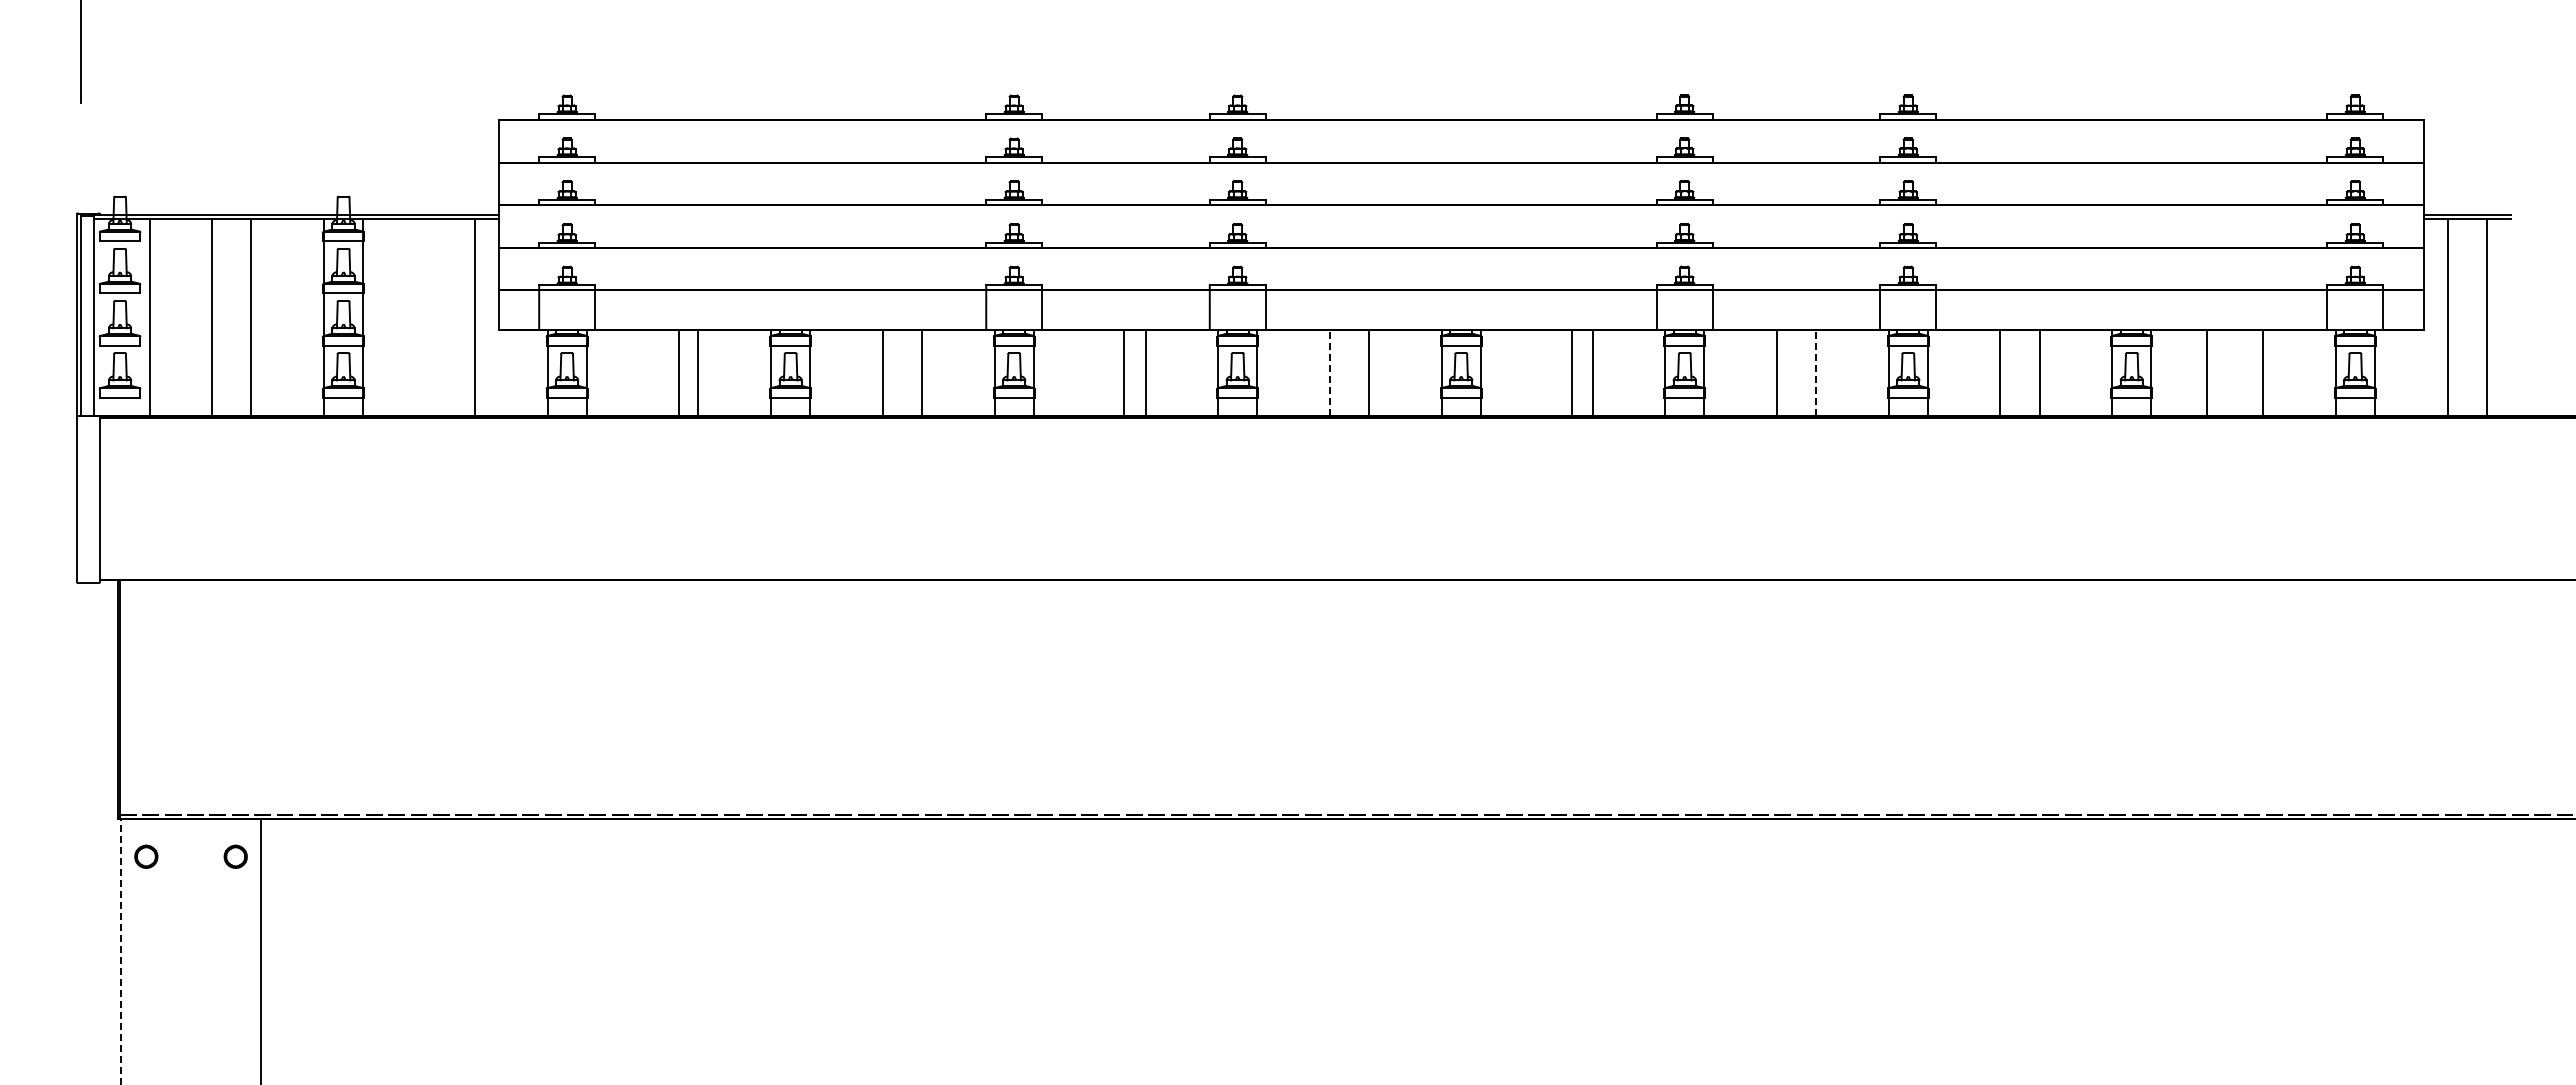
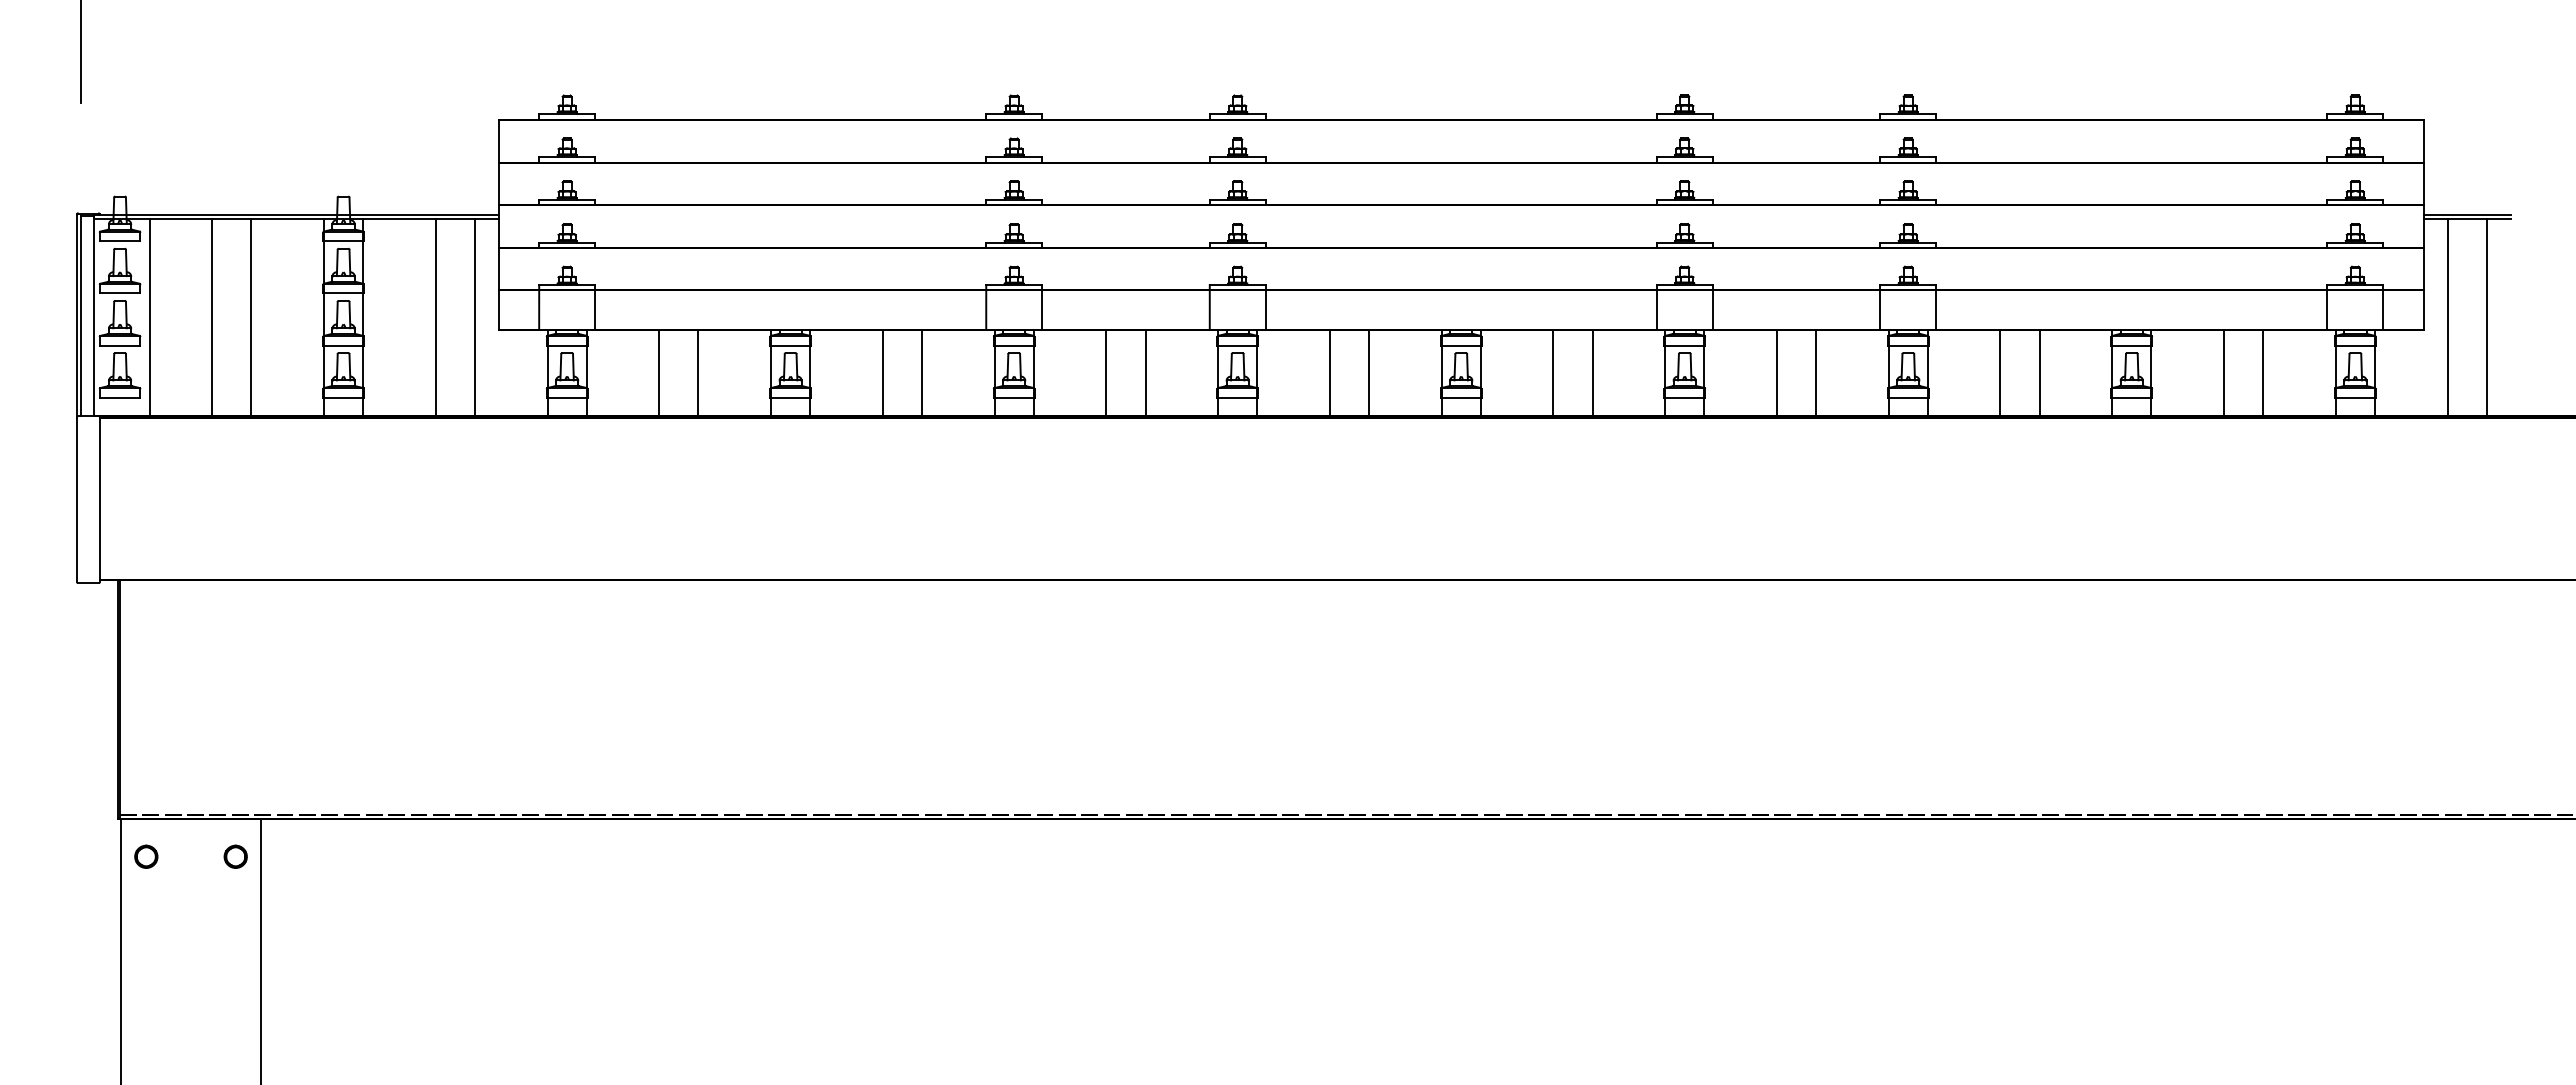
line at (435, 317): none -> present
line at (679, 372) position: (679, 372) -> (659, 372)
line at (1124, 372) position: (1124, 372) -> (1106, 372)
line at (1329, 372): dashed -> solid
line at (1572, 372) position: (1572, 372) -> (1553, 372)
line at (1816, 372): dashed -> solid
line at (2207, 372) position: (2207, 372) -> (2224, 372)
line at (121, 951): dashed -> solid
